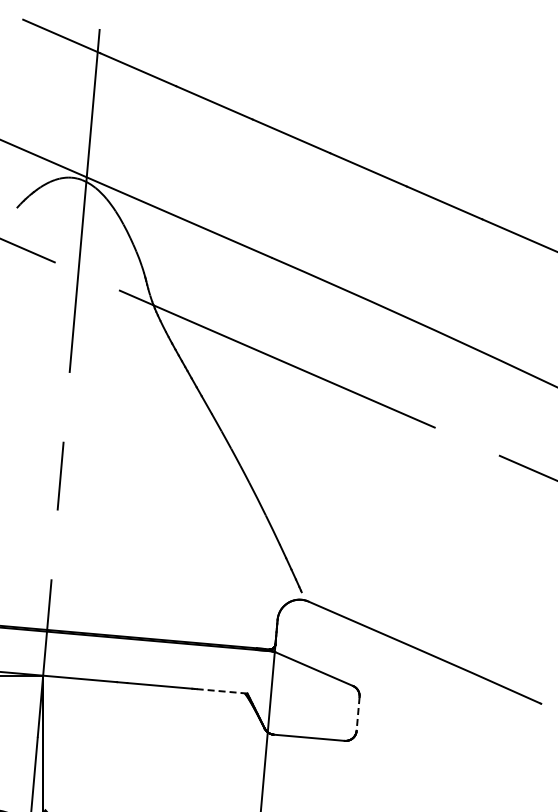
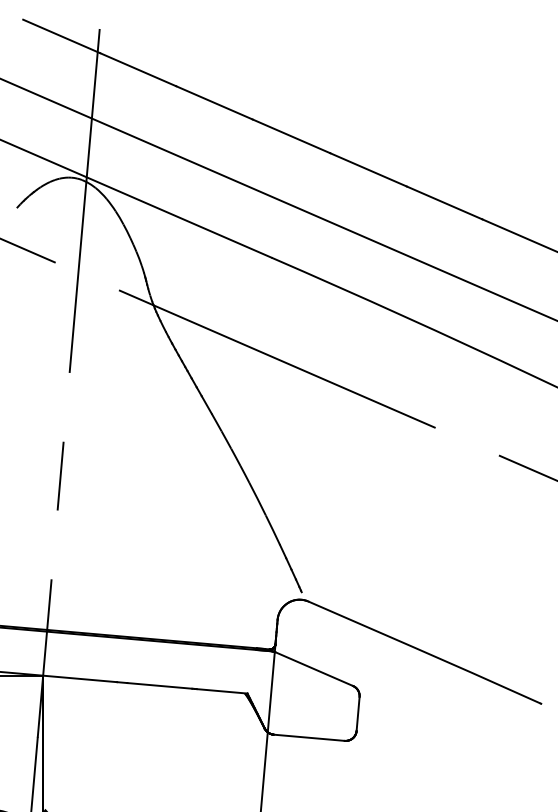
line at (278, 199): none -> present
line at (221, 691): dashed -> solid
line at (358, 713): dashed -> solid
